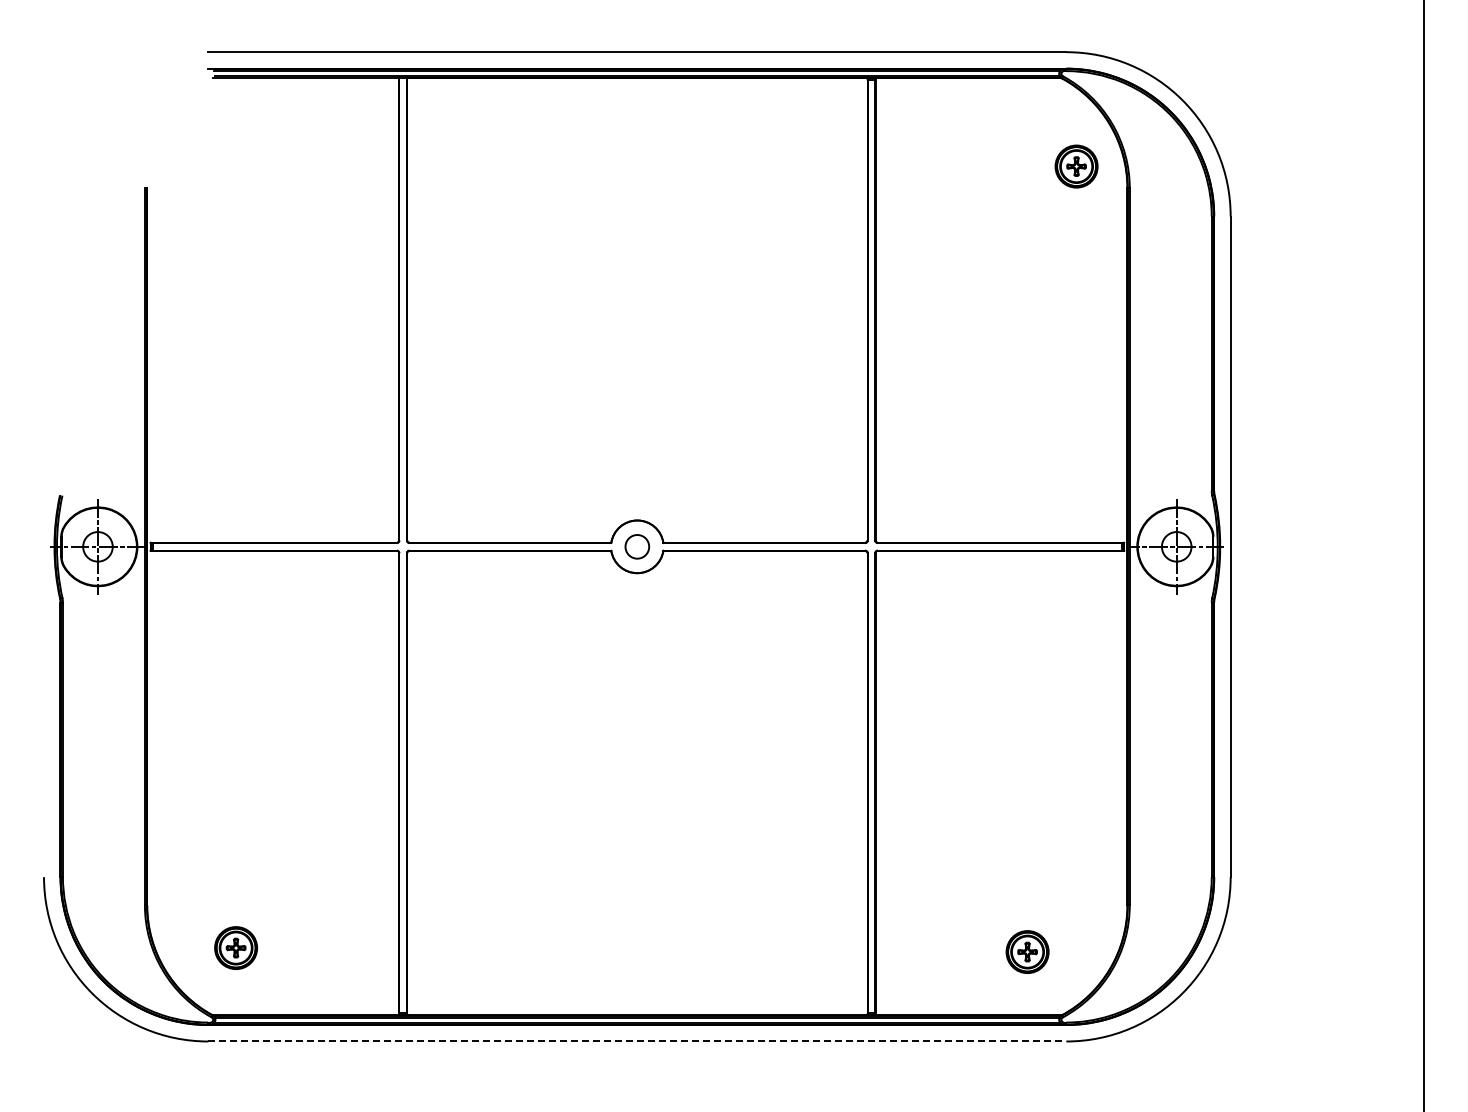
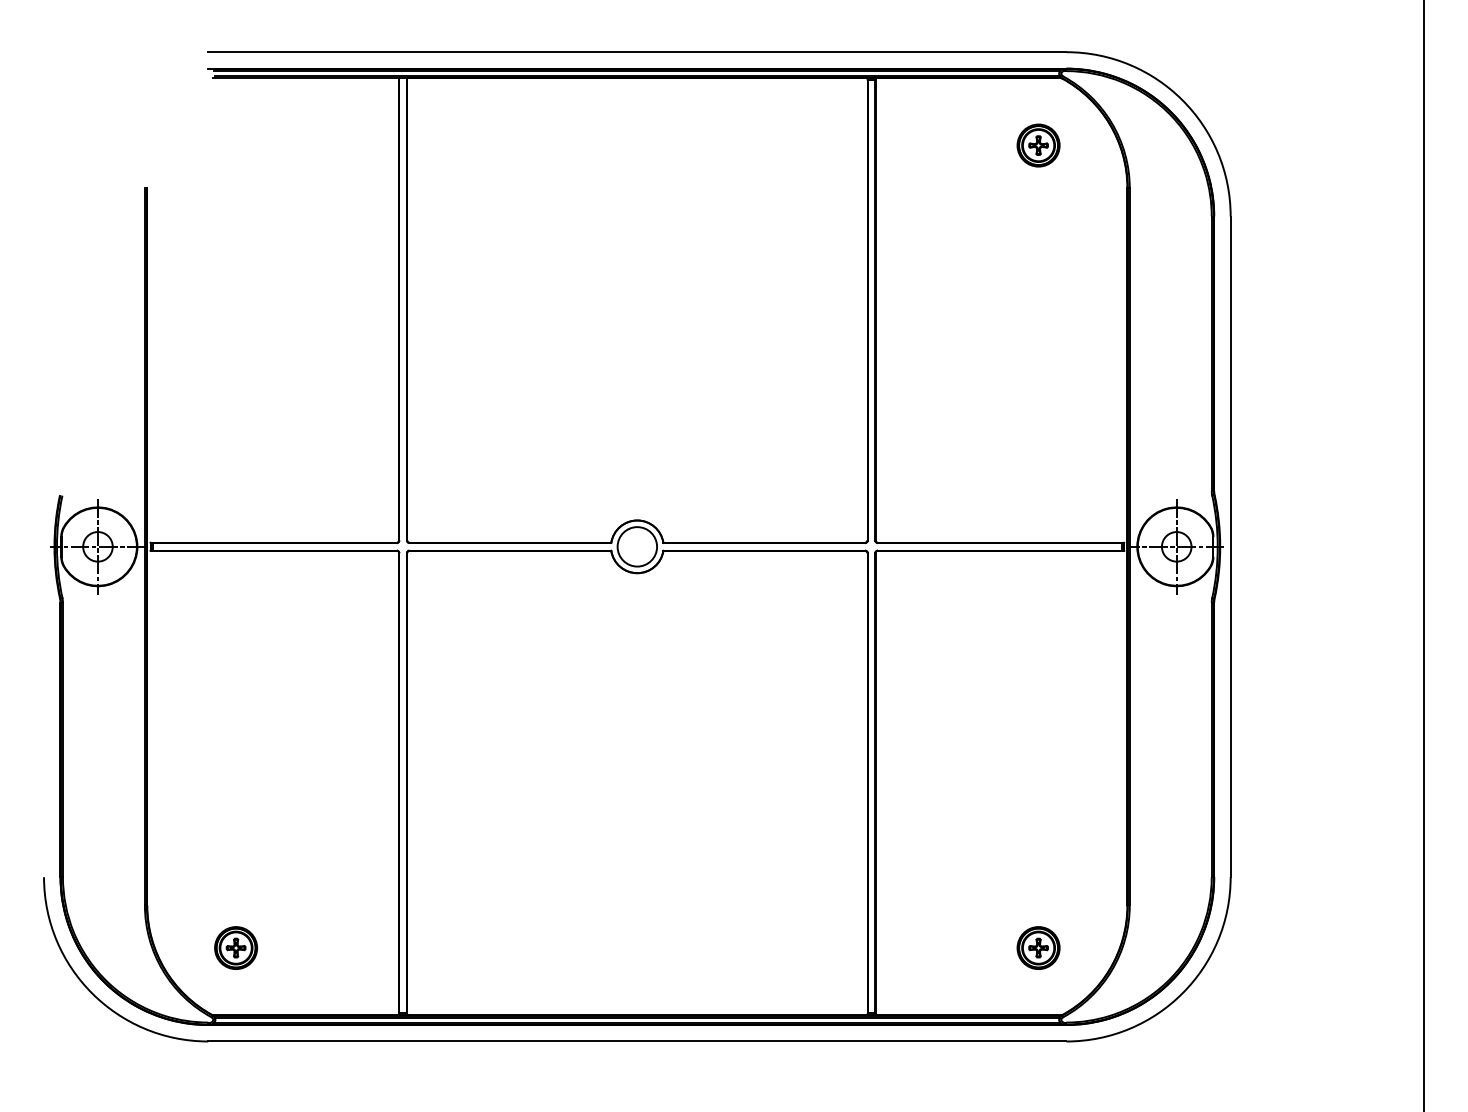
part at (1076, 166) position: (1076, 166) -> (1038, 145)
circle at (637, 546) diameter: 24 px -> 39 px
part at (1027, 951) position: (1027, 951) -> (1038, 947)
line at (637, 1041): dashed -> solid
